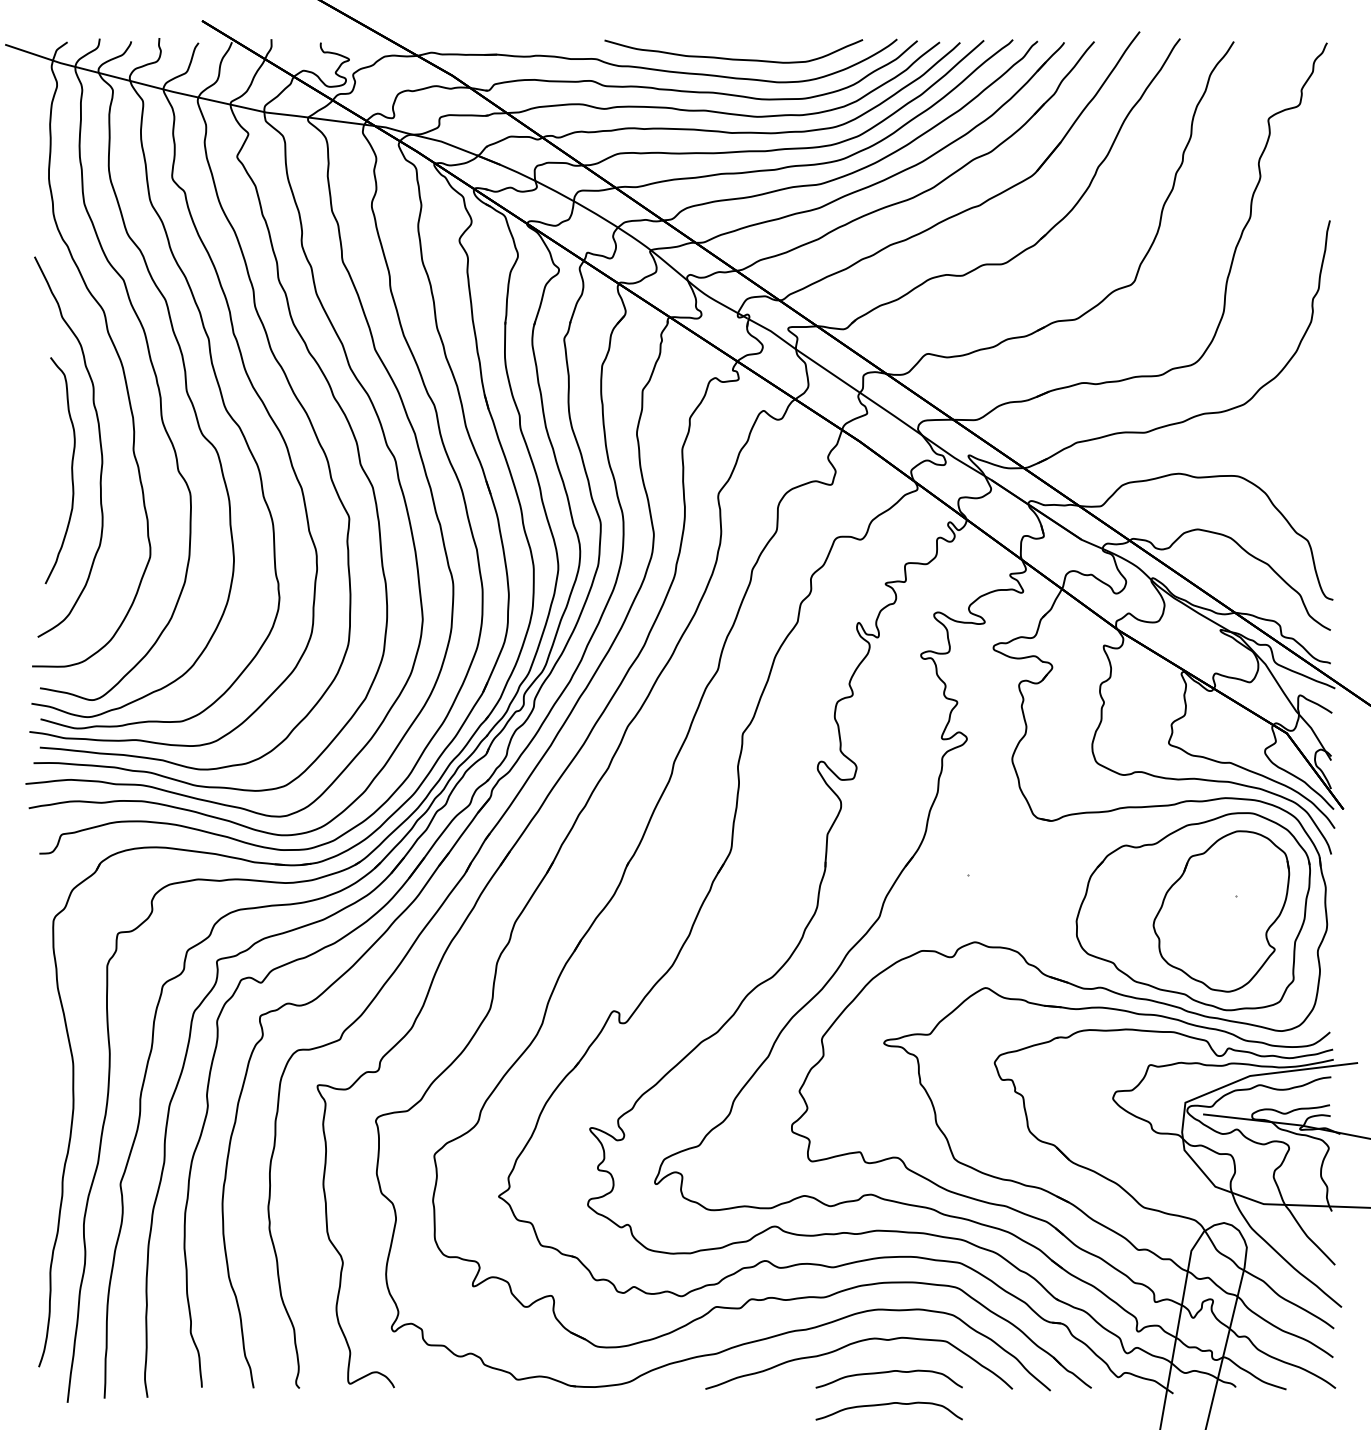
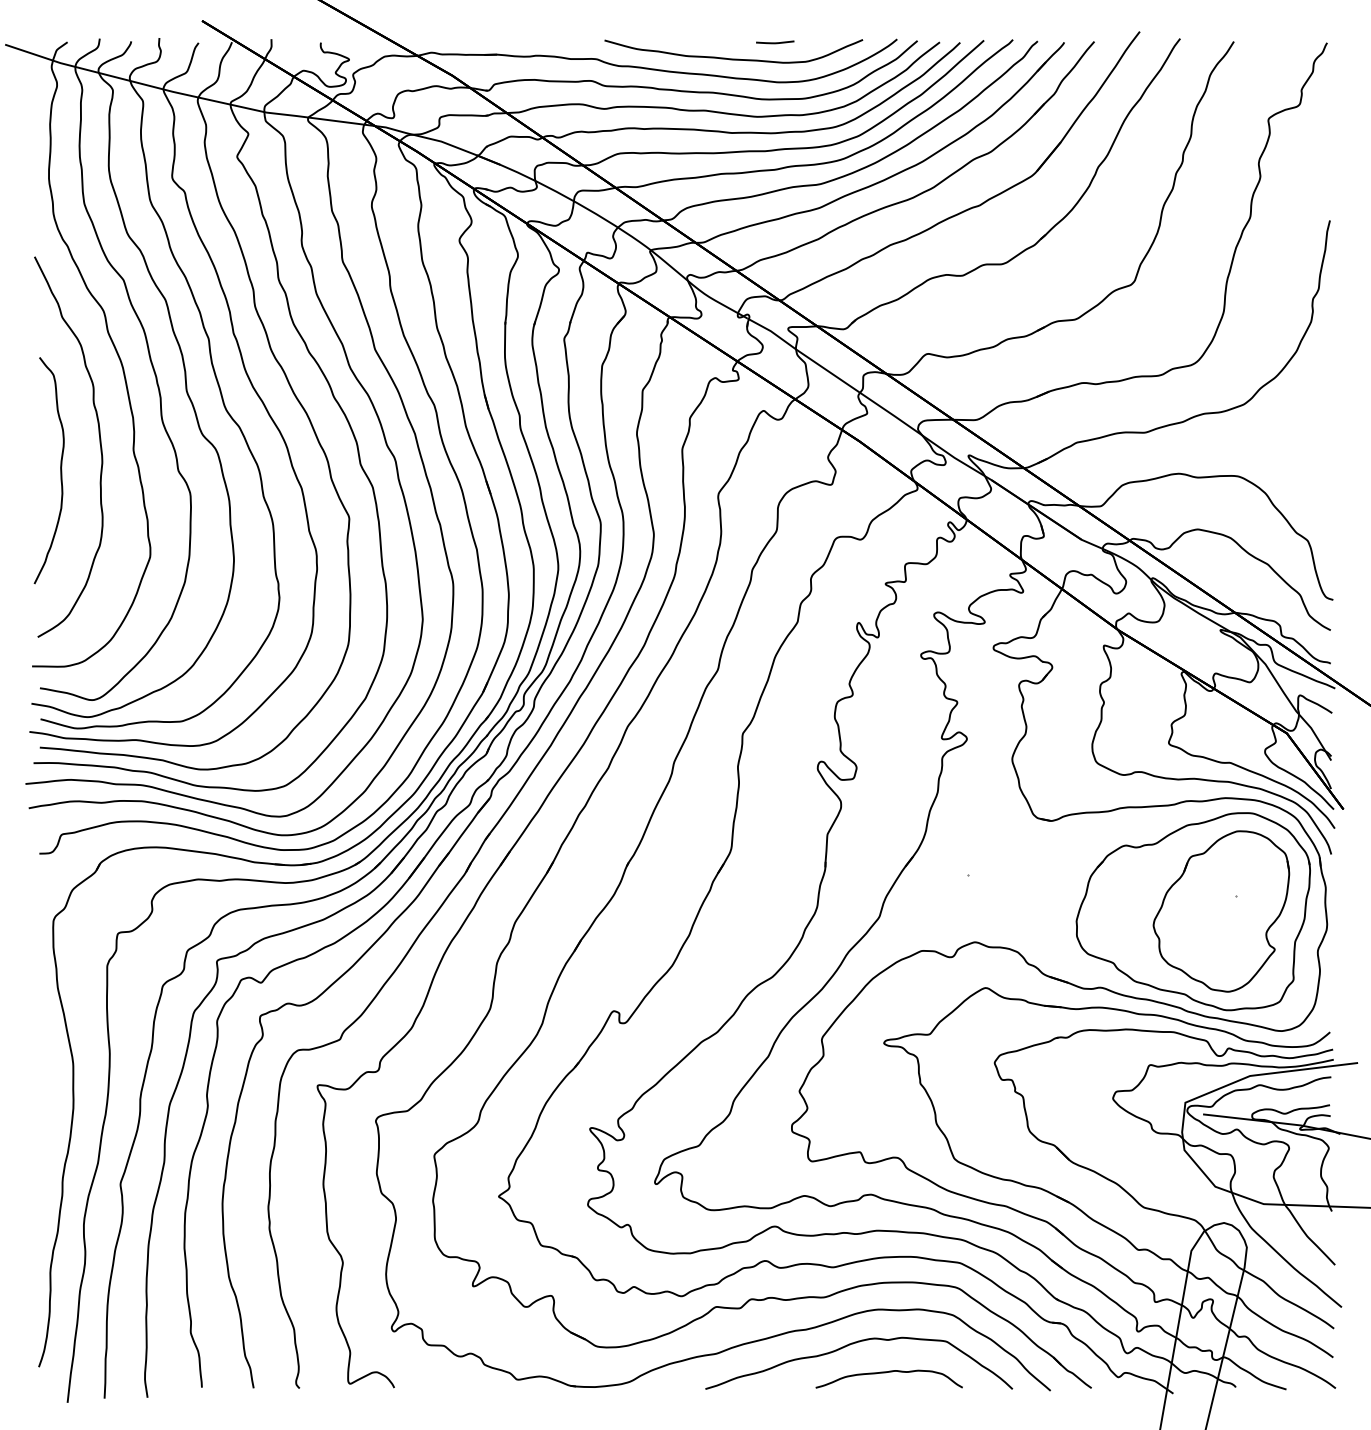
curve at (775, 42): none -> present
curve at (71, 470) position: (71, 470) -> (60, 470)
curve at (886, 1405): present -> none
